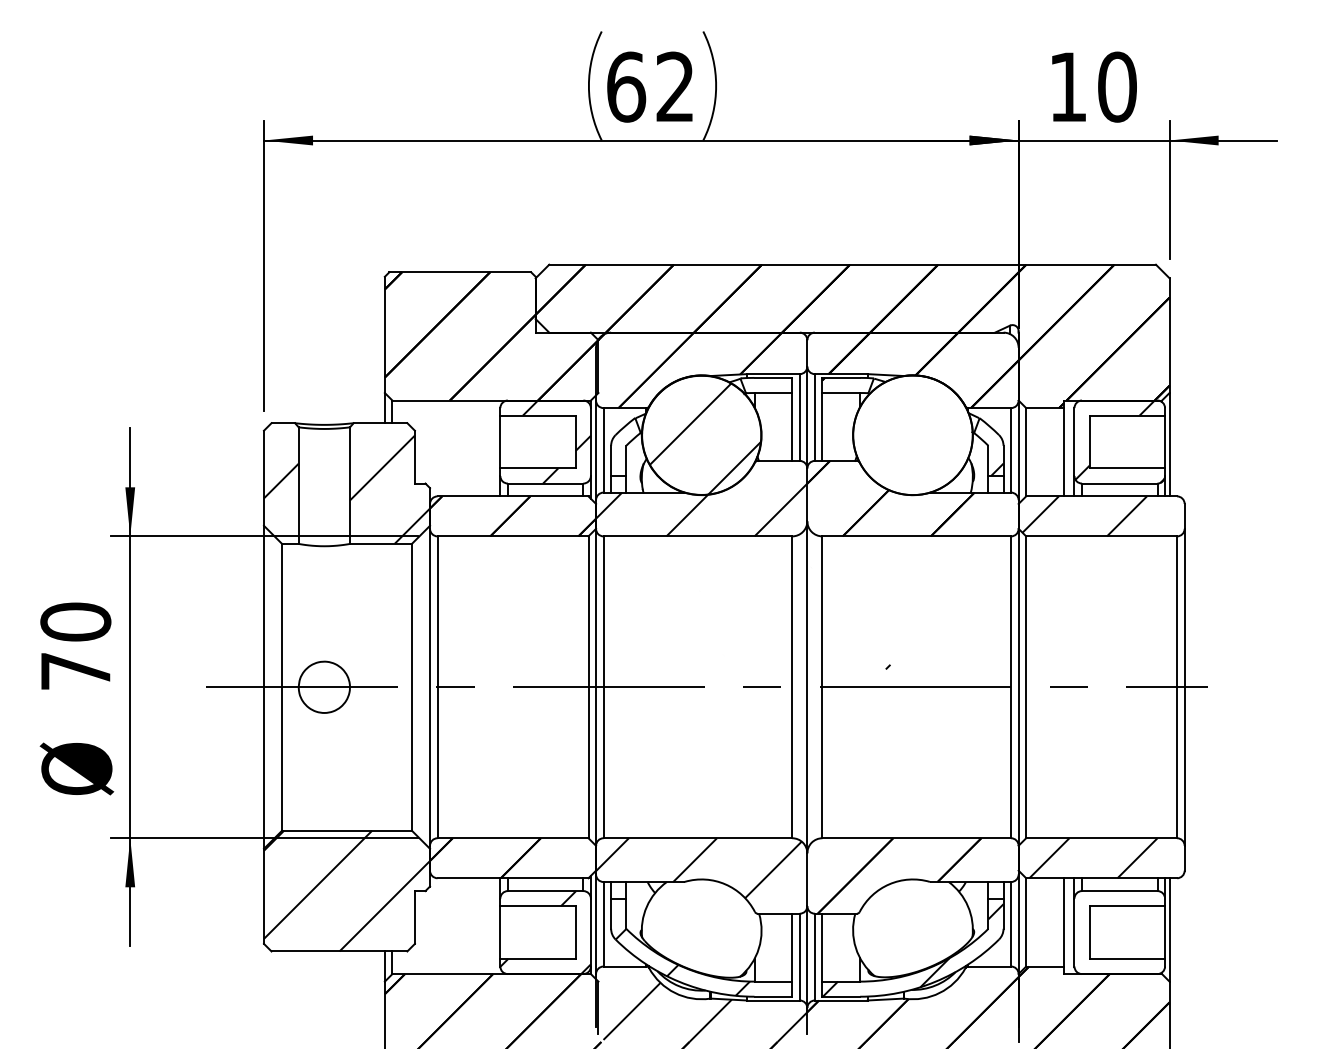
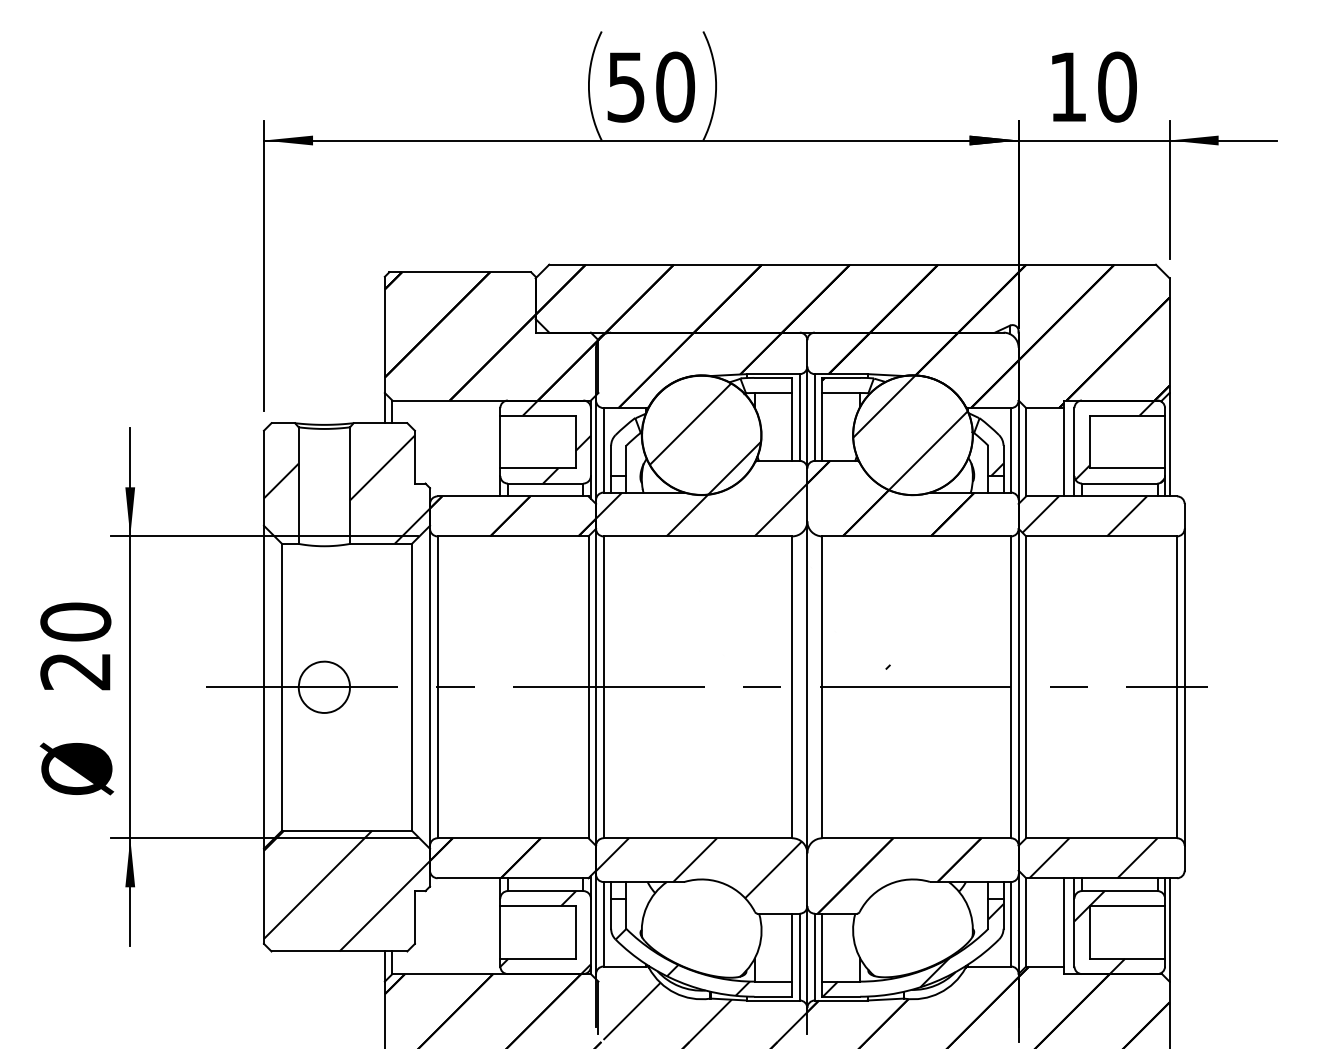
text at (651, 86): 62 -> 50
hatch at (910, 432): none -> present
text at (75, 671): 70 -> 20
hatch at (1099, 932): none -> present
